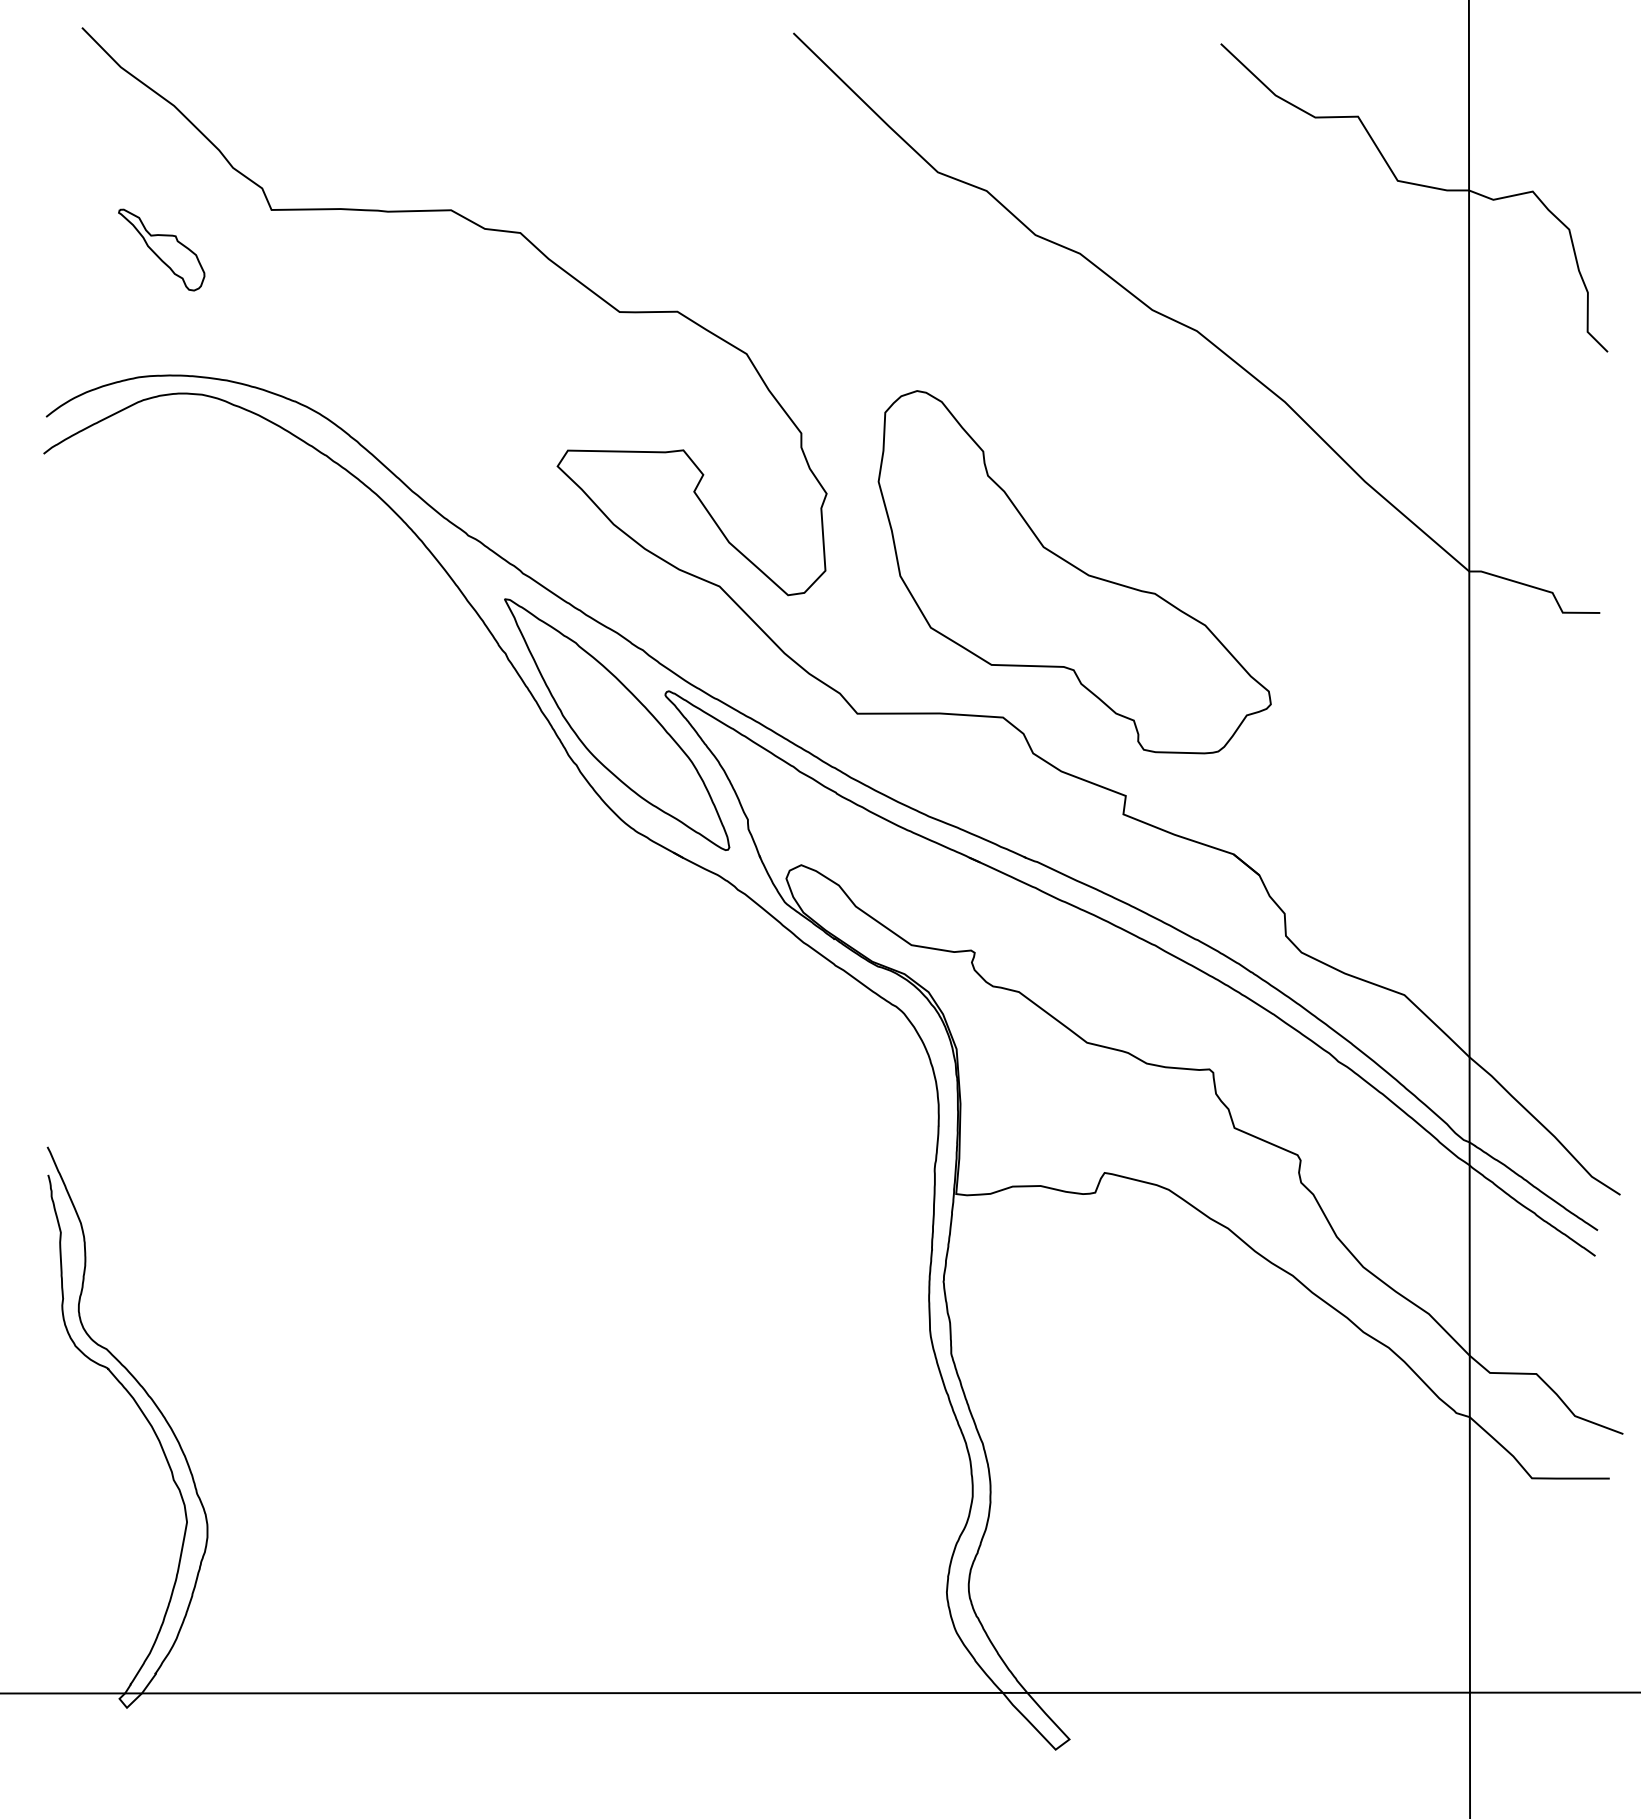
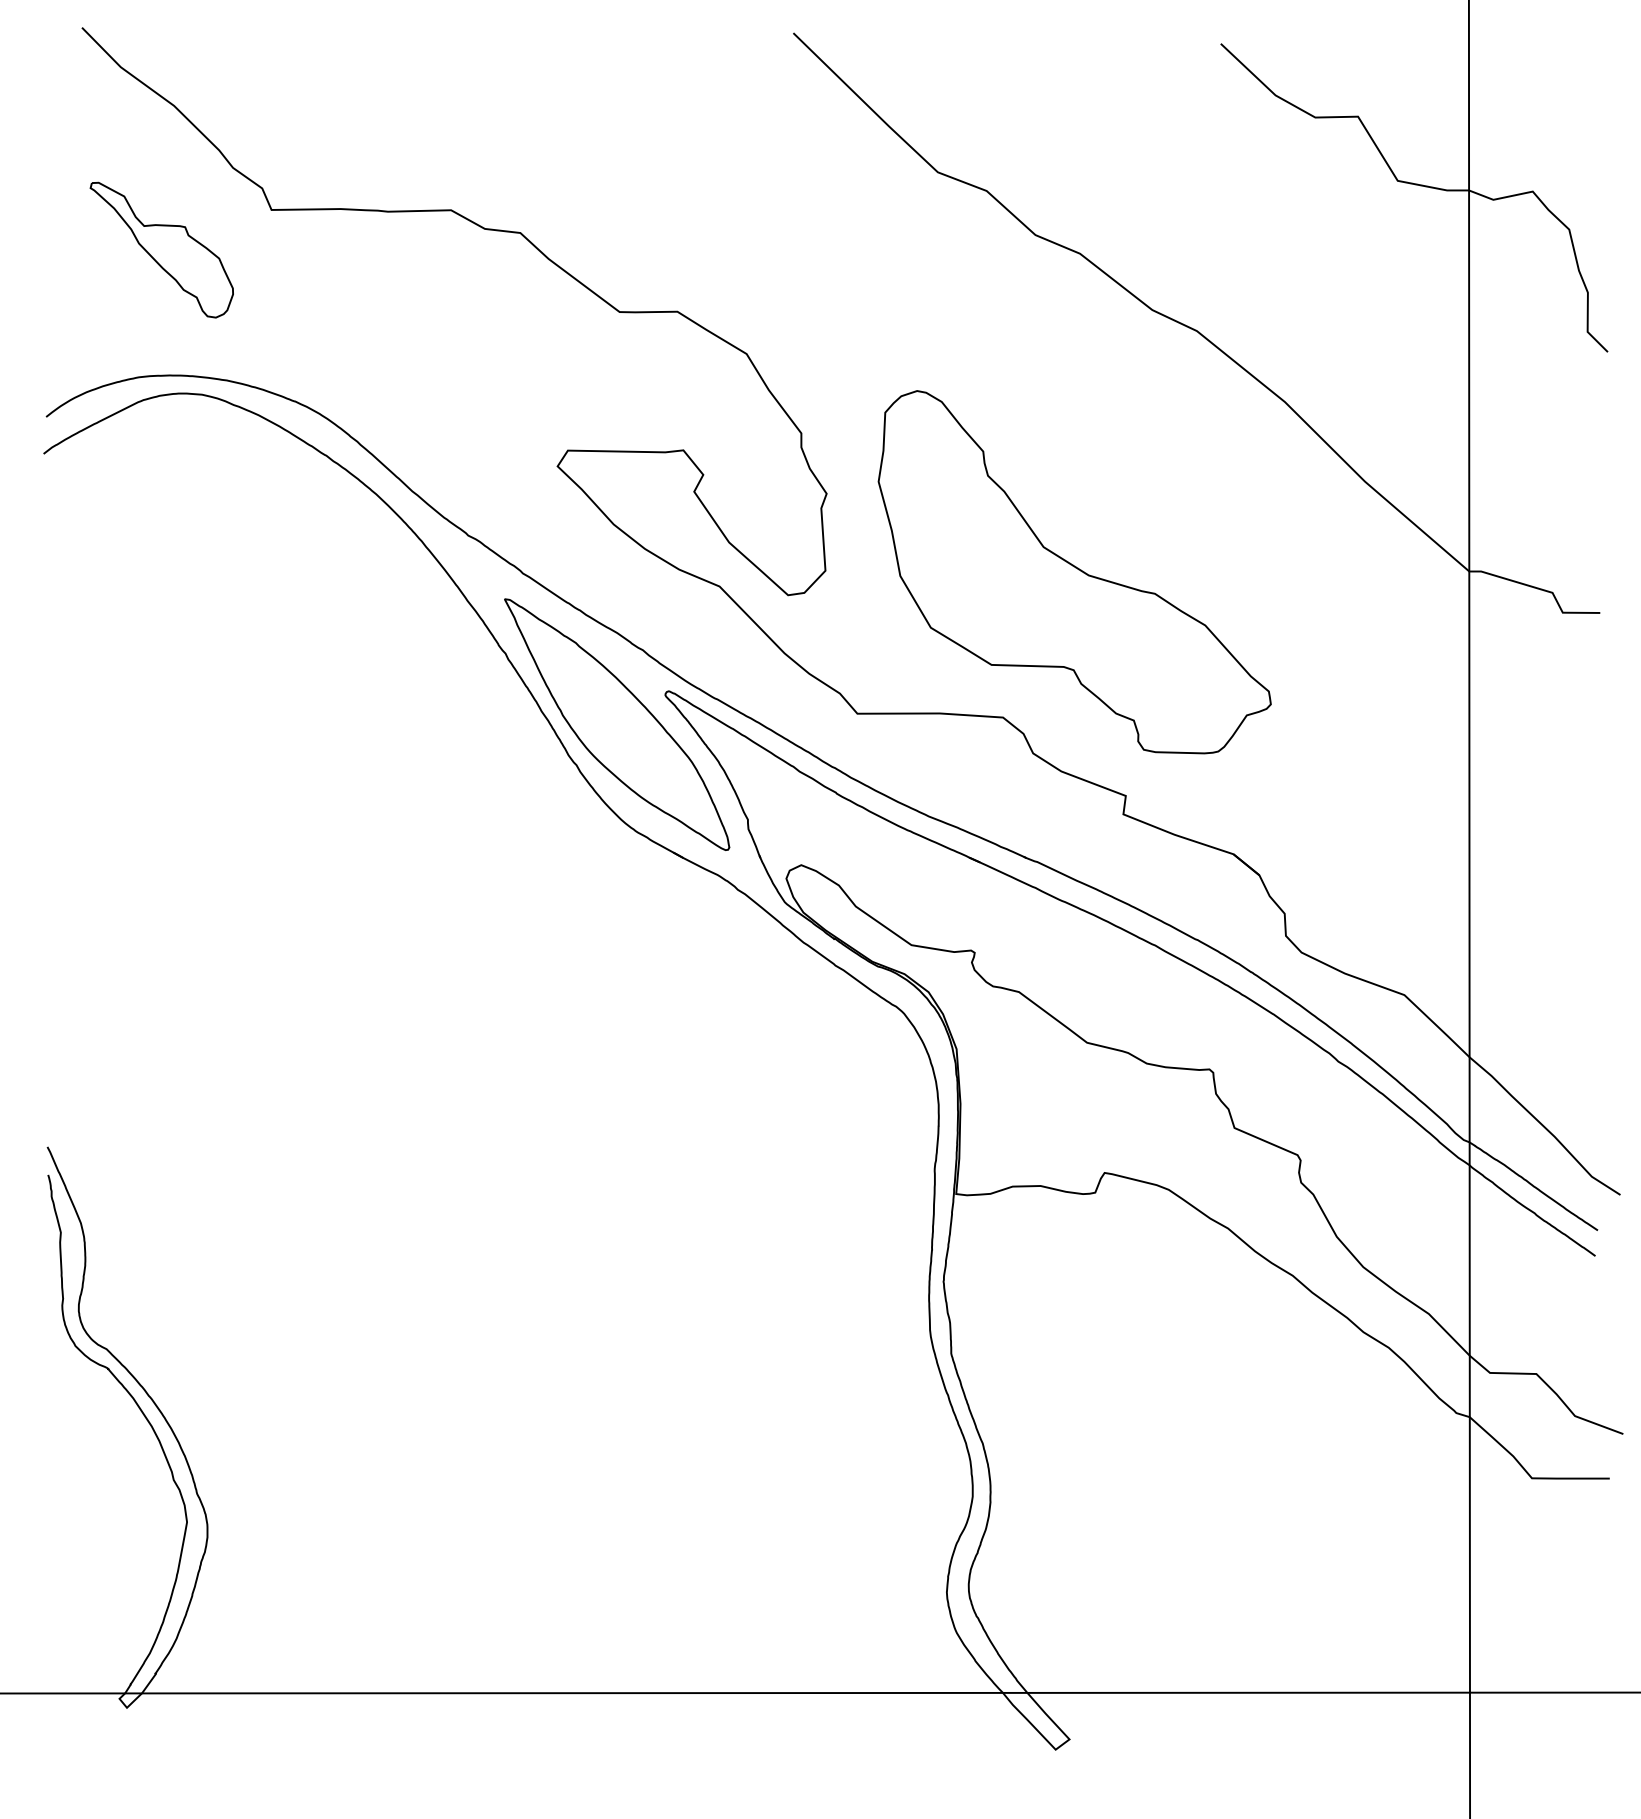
part at (161, 249) size: 88x84 px -> 145x138 px
